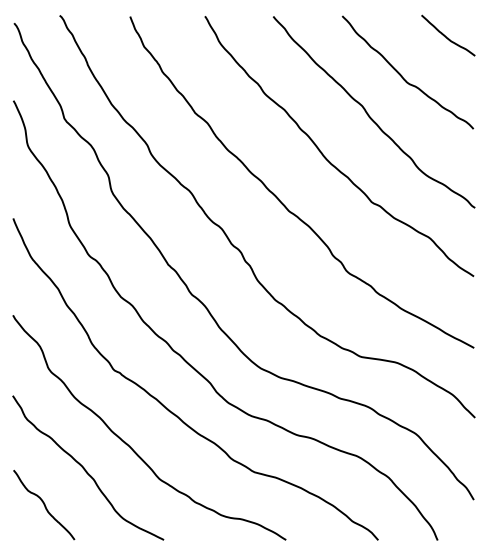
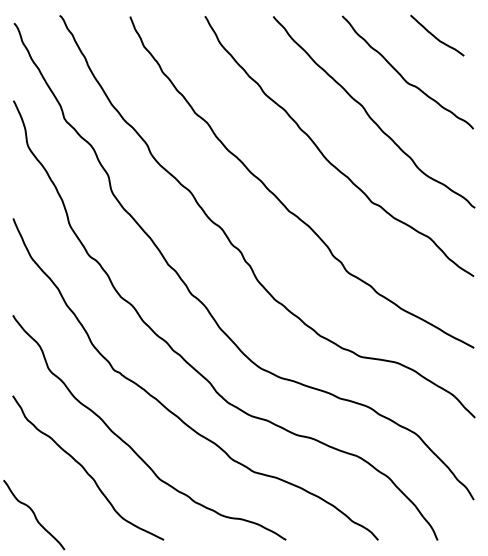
curve at (448, 37) position: (448, 37) -> (437, 37)
curve at (44, 504) position: (44, 504) -> (34, 514)
